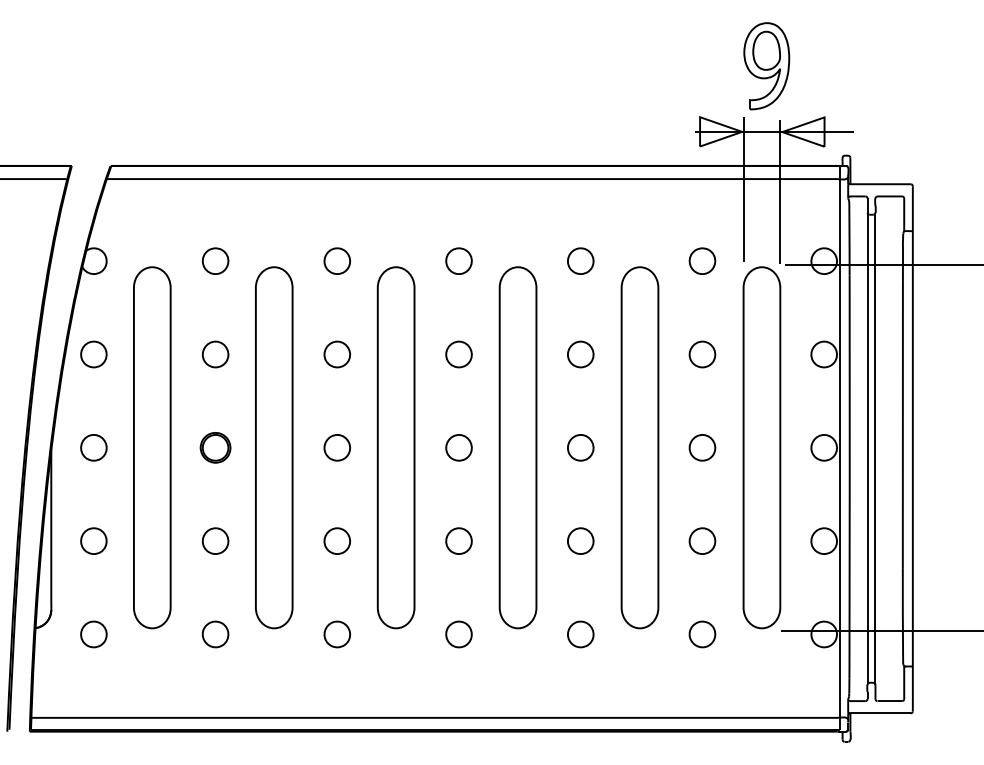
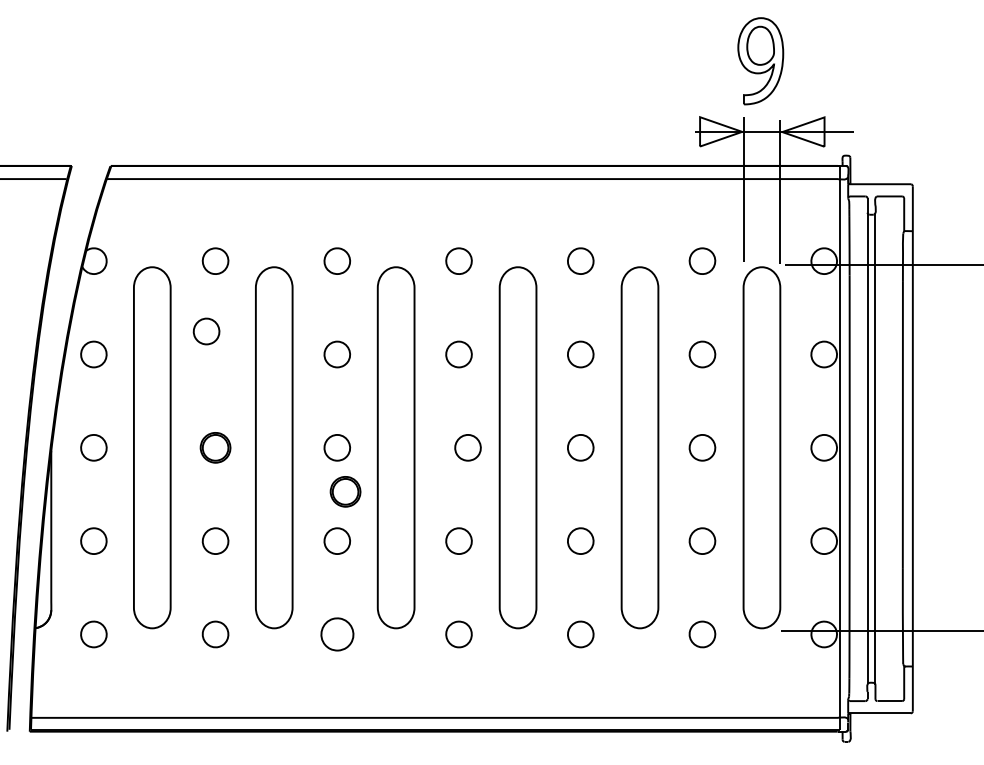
part at (766, 66) position: (766, 66) -> (760, 61)
part at (215, 354) position: (215, 354) -> (206, 331)
part at (458, 447) position: (458, 447) -> (467, 447)
part at (345, 491): none -> present
part at (336, 634) size: 28x29 px -> 35x35 px
